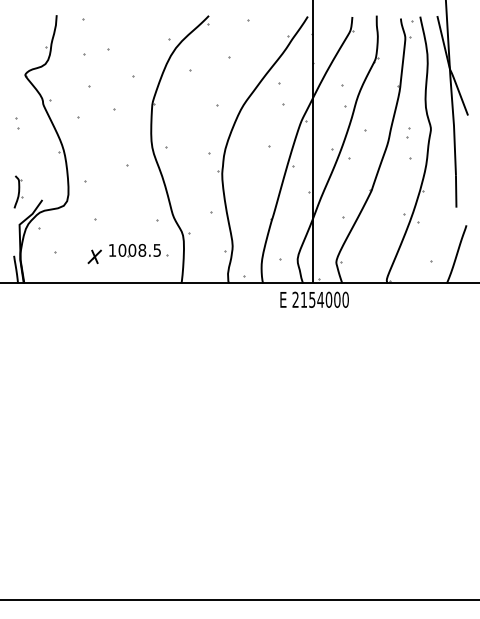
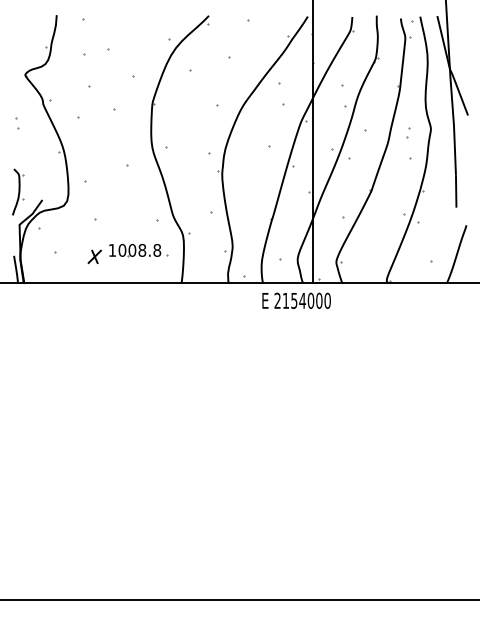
part at (18, 191) size: 11x34 px -> 13x48 px
text at (157, 249): 1008.5 -> 1008.8
text at (314, 299) position: (314, 299) -> (296, 300)
